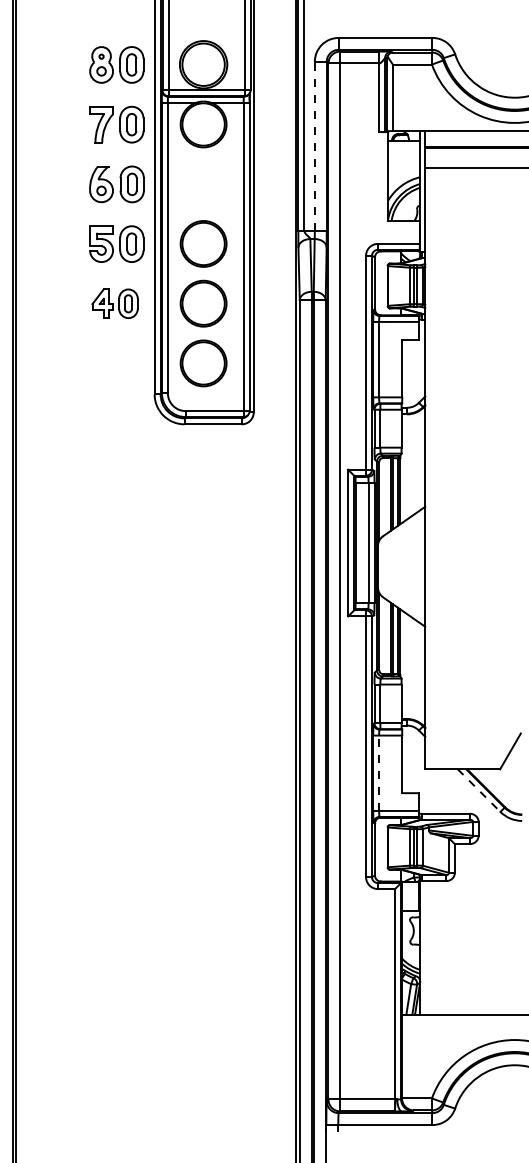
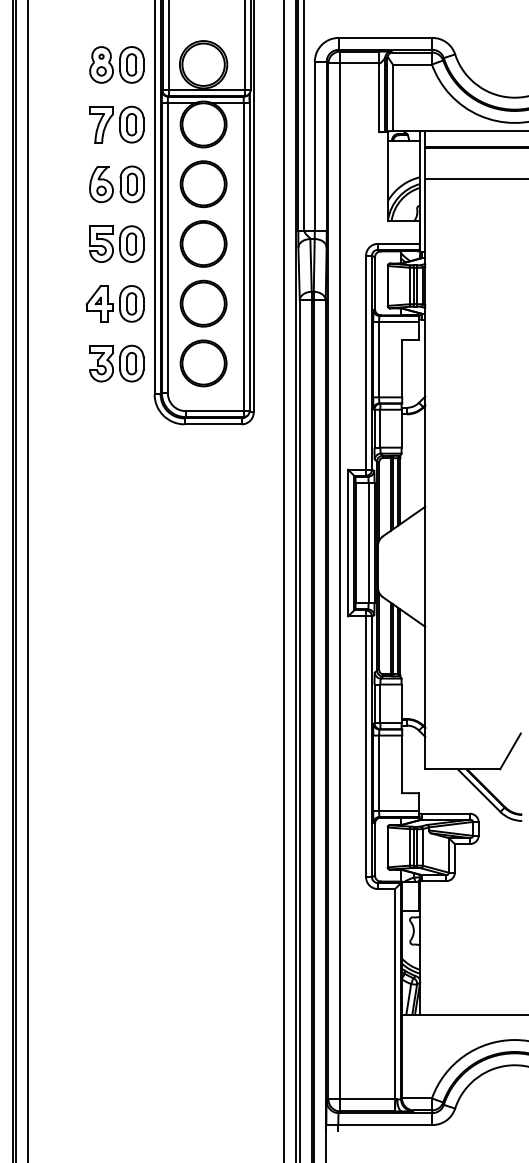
line at (314, 145): dashed -> solid
line at (475, 168) position: (475, 168) -> (475, 179)
part at (203, 184): none -> present
part at (114, 303) size: 48x31 px -> 60x39 px
part at (116, 363): none -> present
line at (27, 580): none -> present
line at (283, 580): none -> present
line at (379, 773): dashed -> solid
line at (479, 790): dashed -> solid
